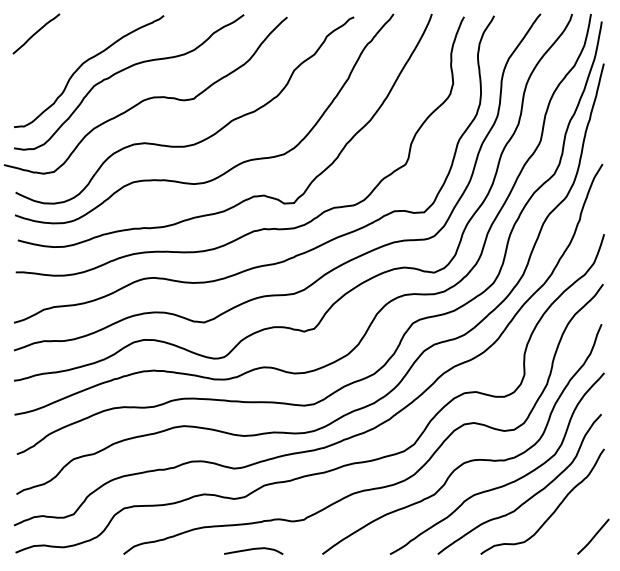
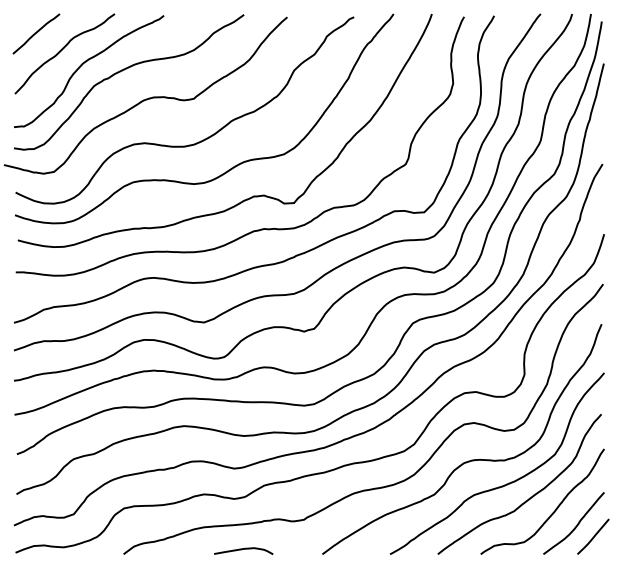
curve at (62, 50): none -> present
curve at (576, 524): none -> present
curve at (253, 549) position: (253, 549) -> (243, 549)
